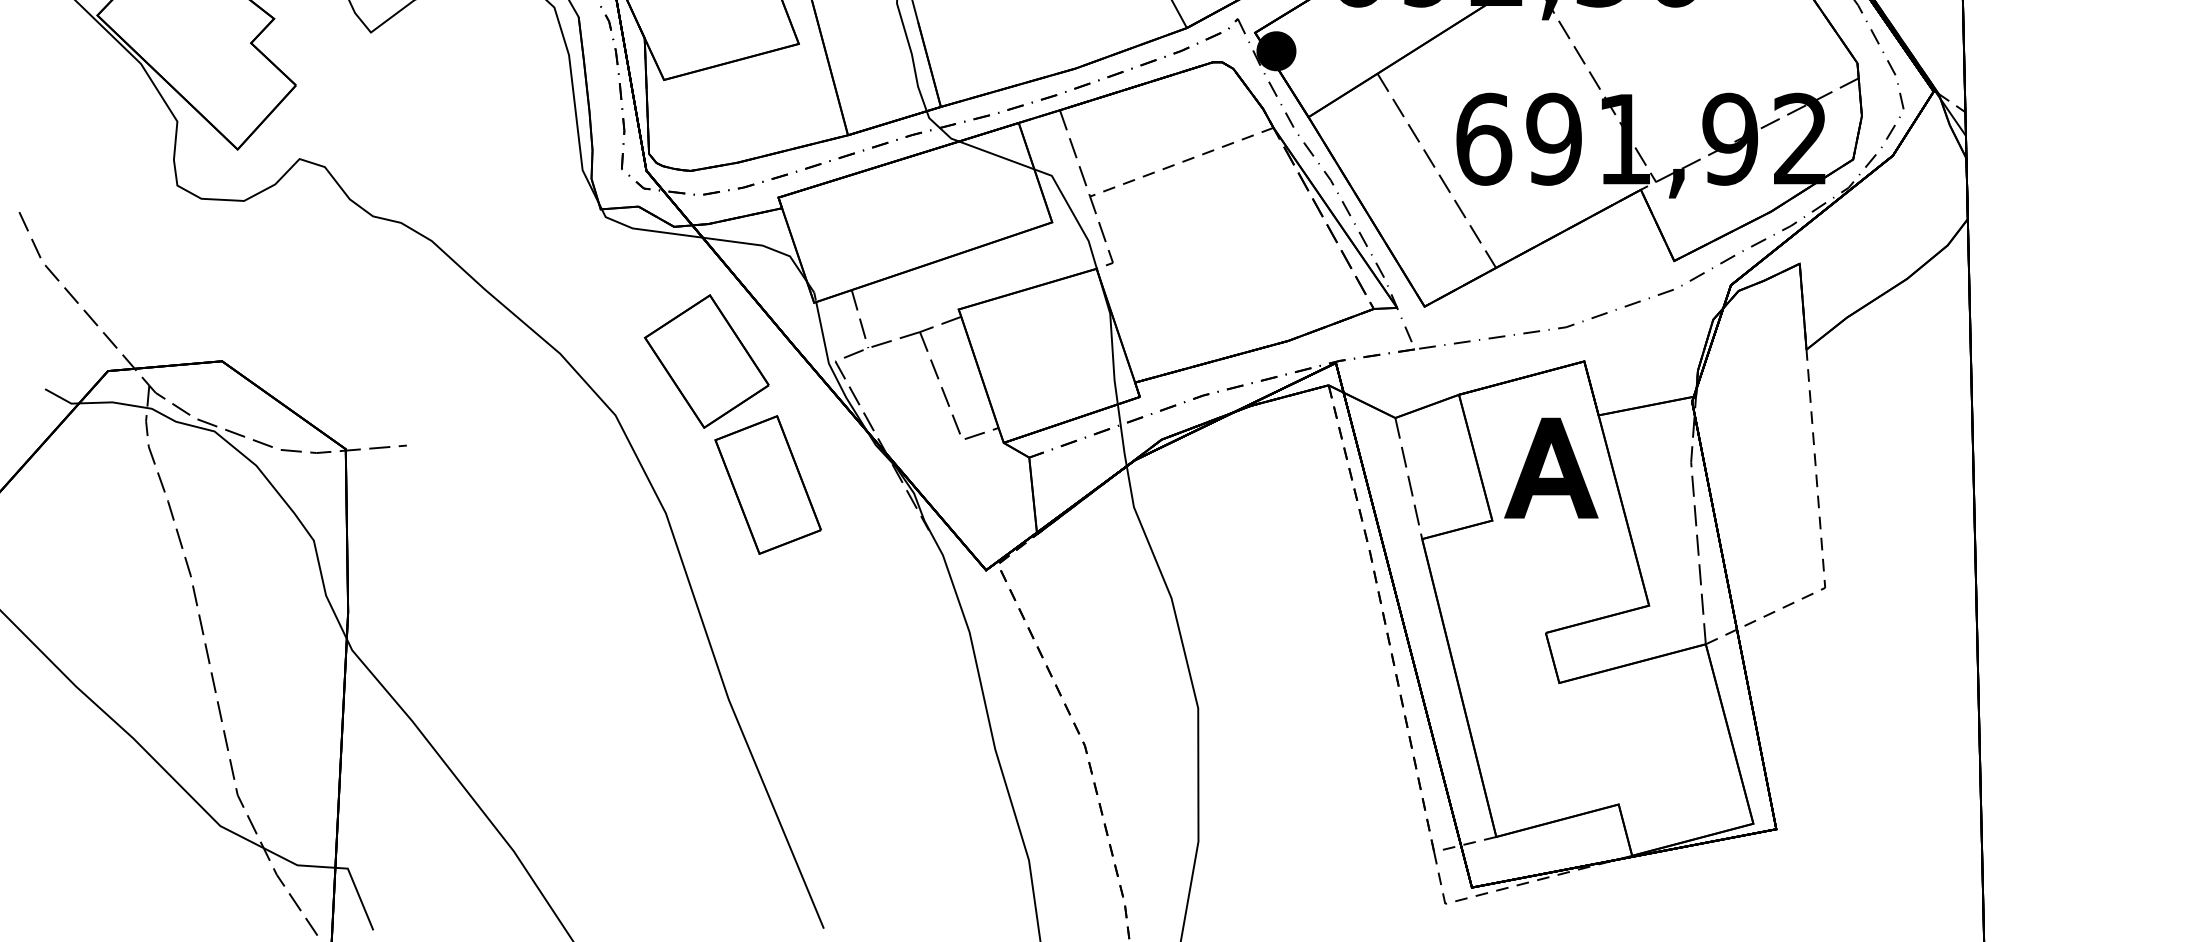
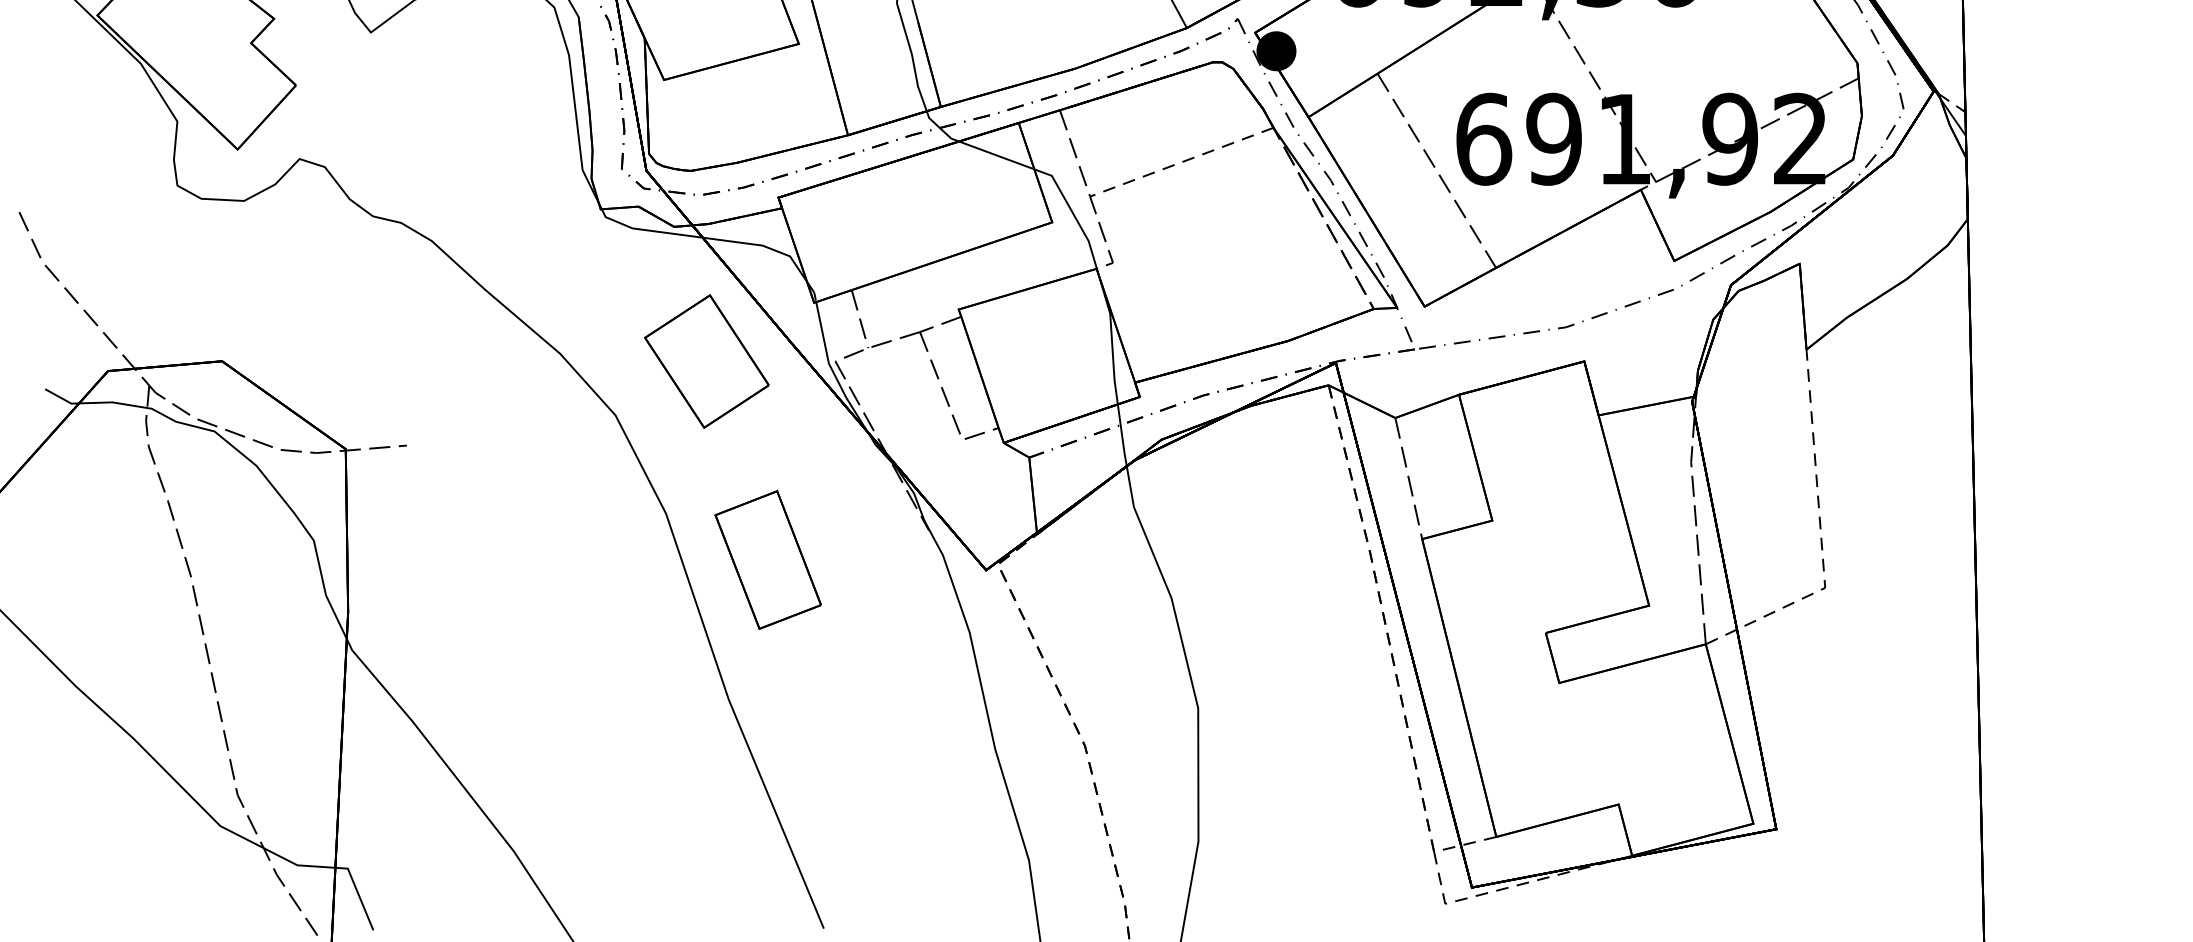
part at (1551, 467): present -> none
part at (767, 484) position: (767, 484) -> (767, 559)
